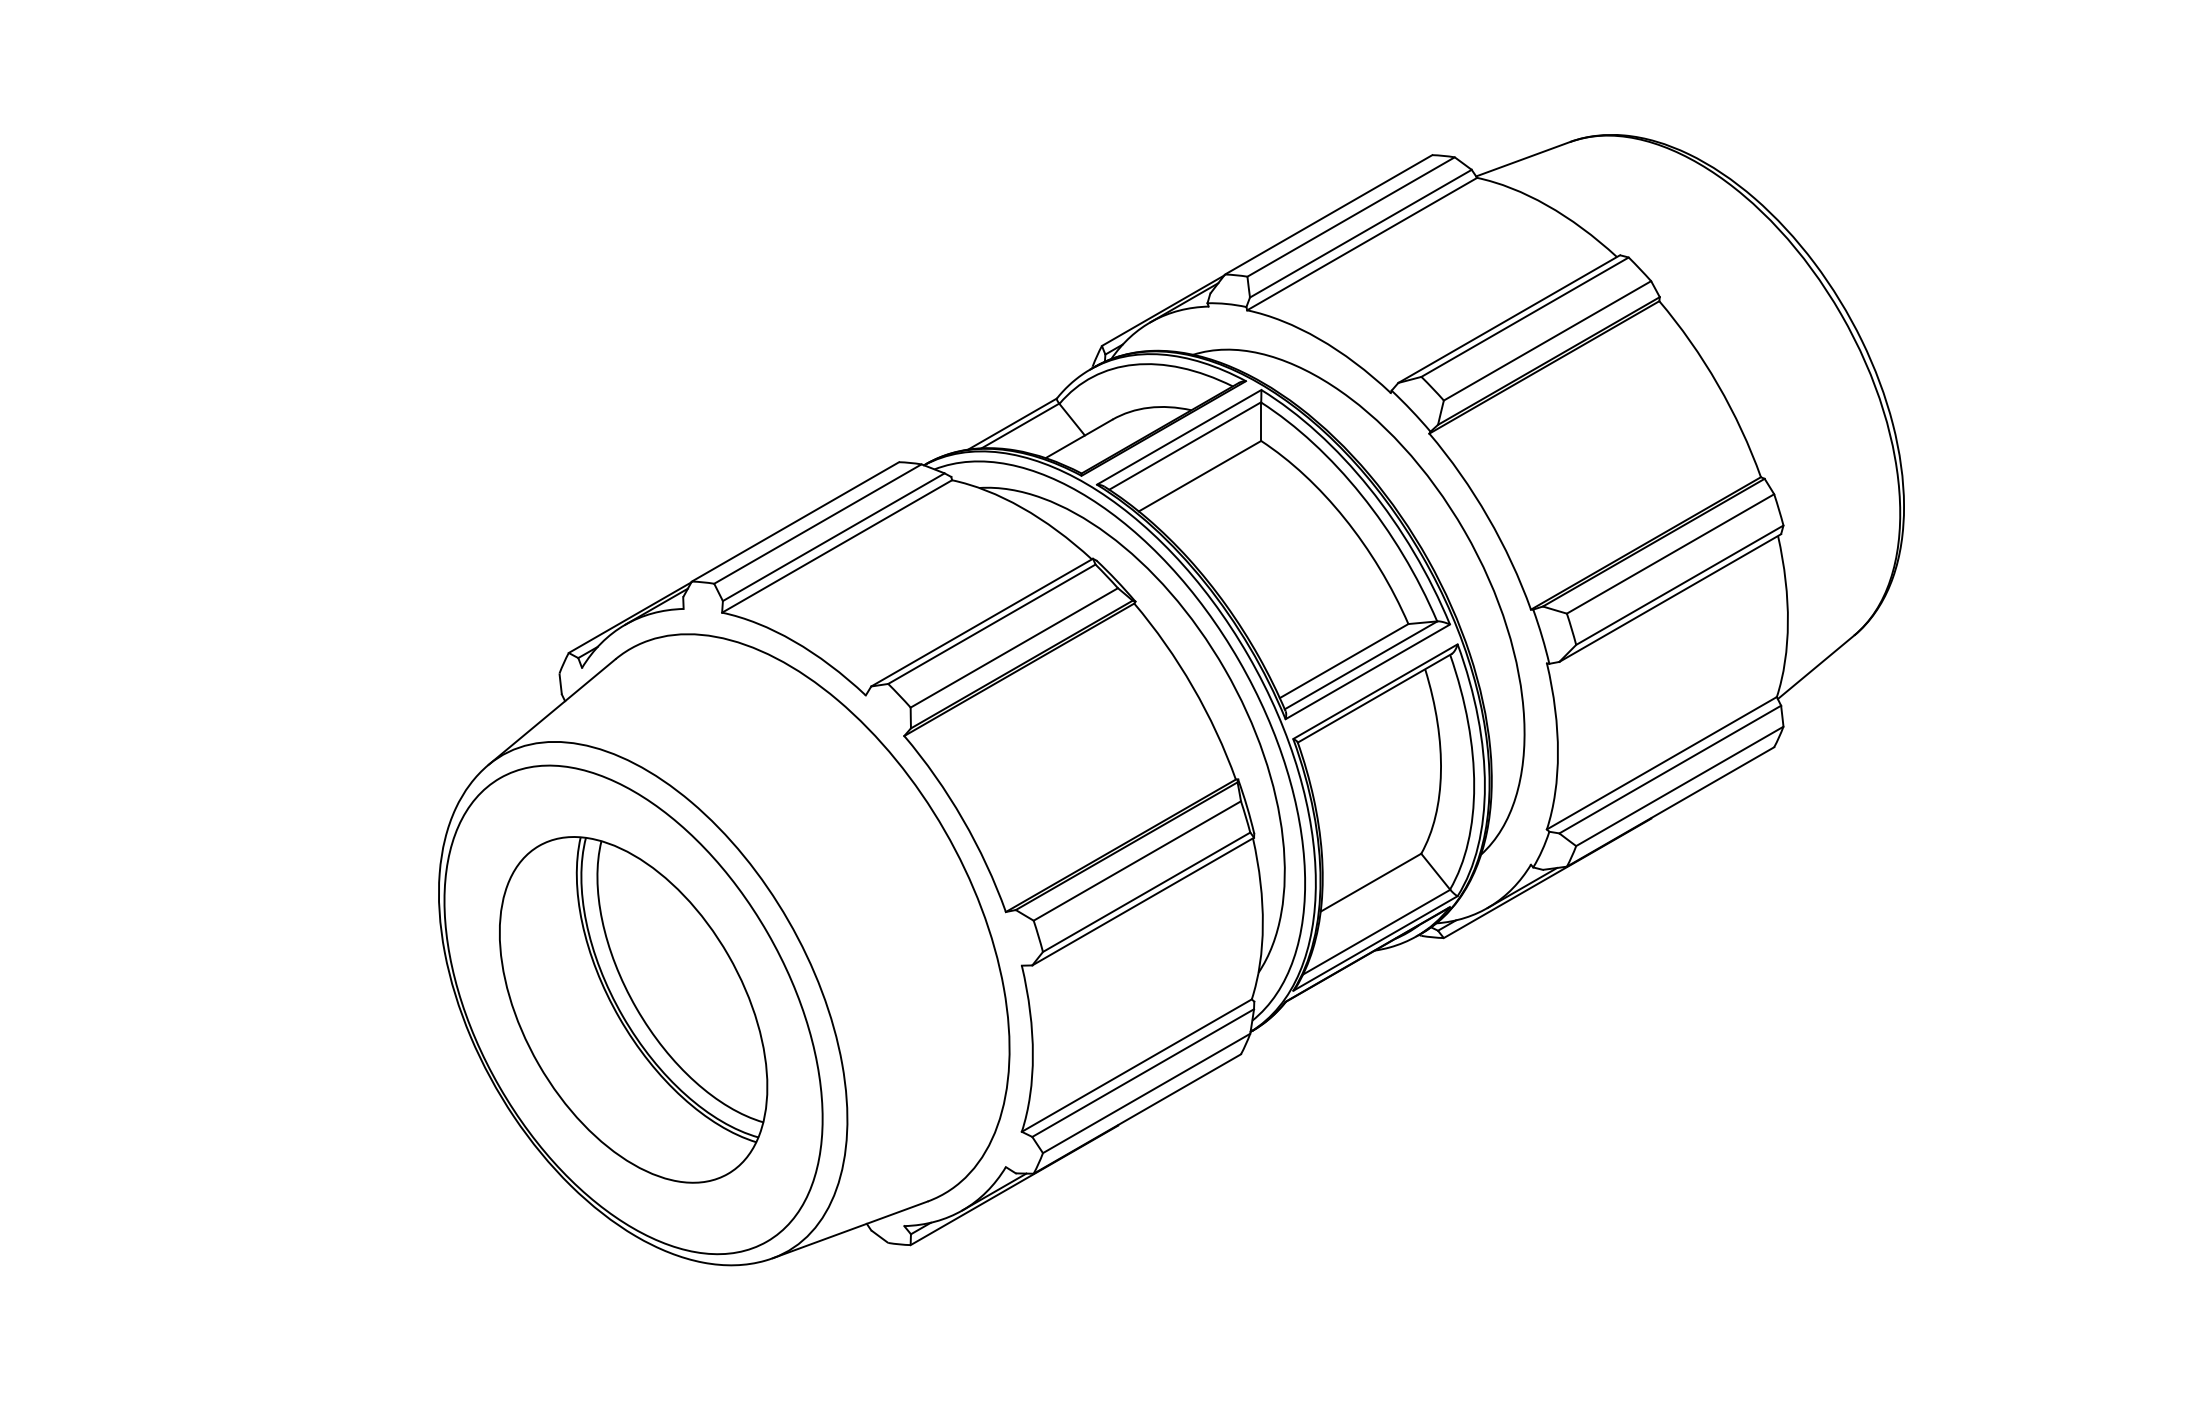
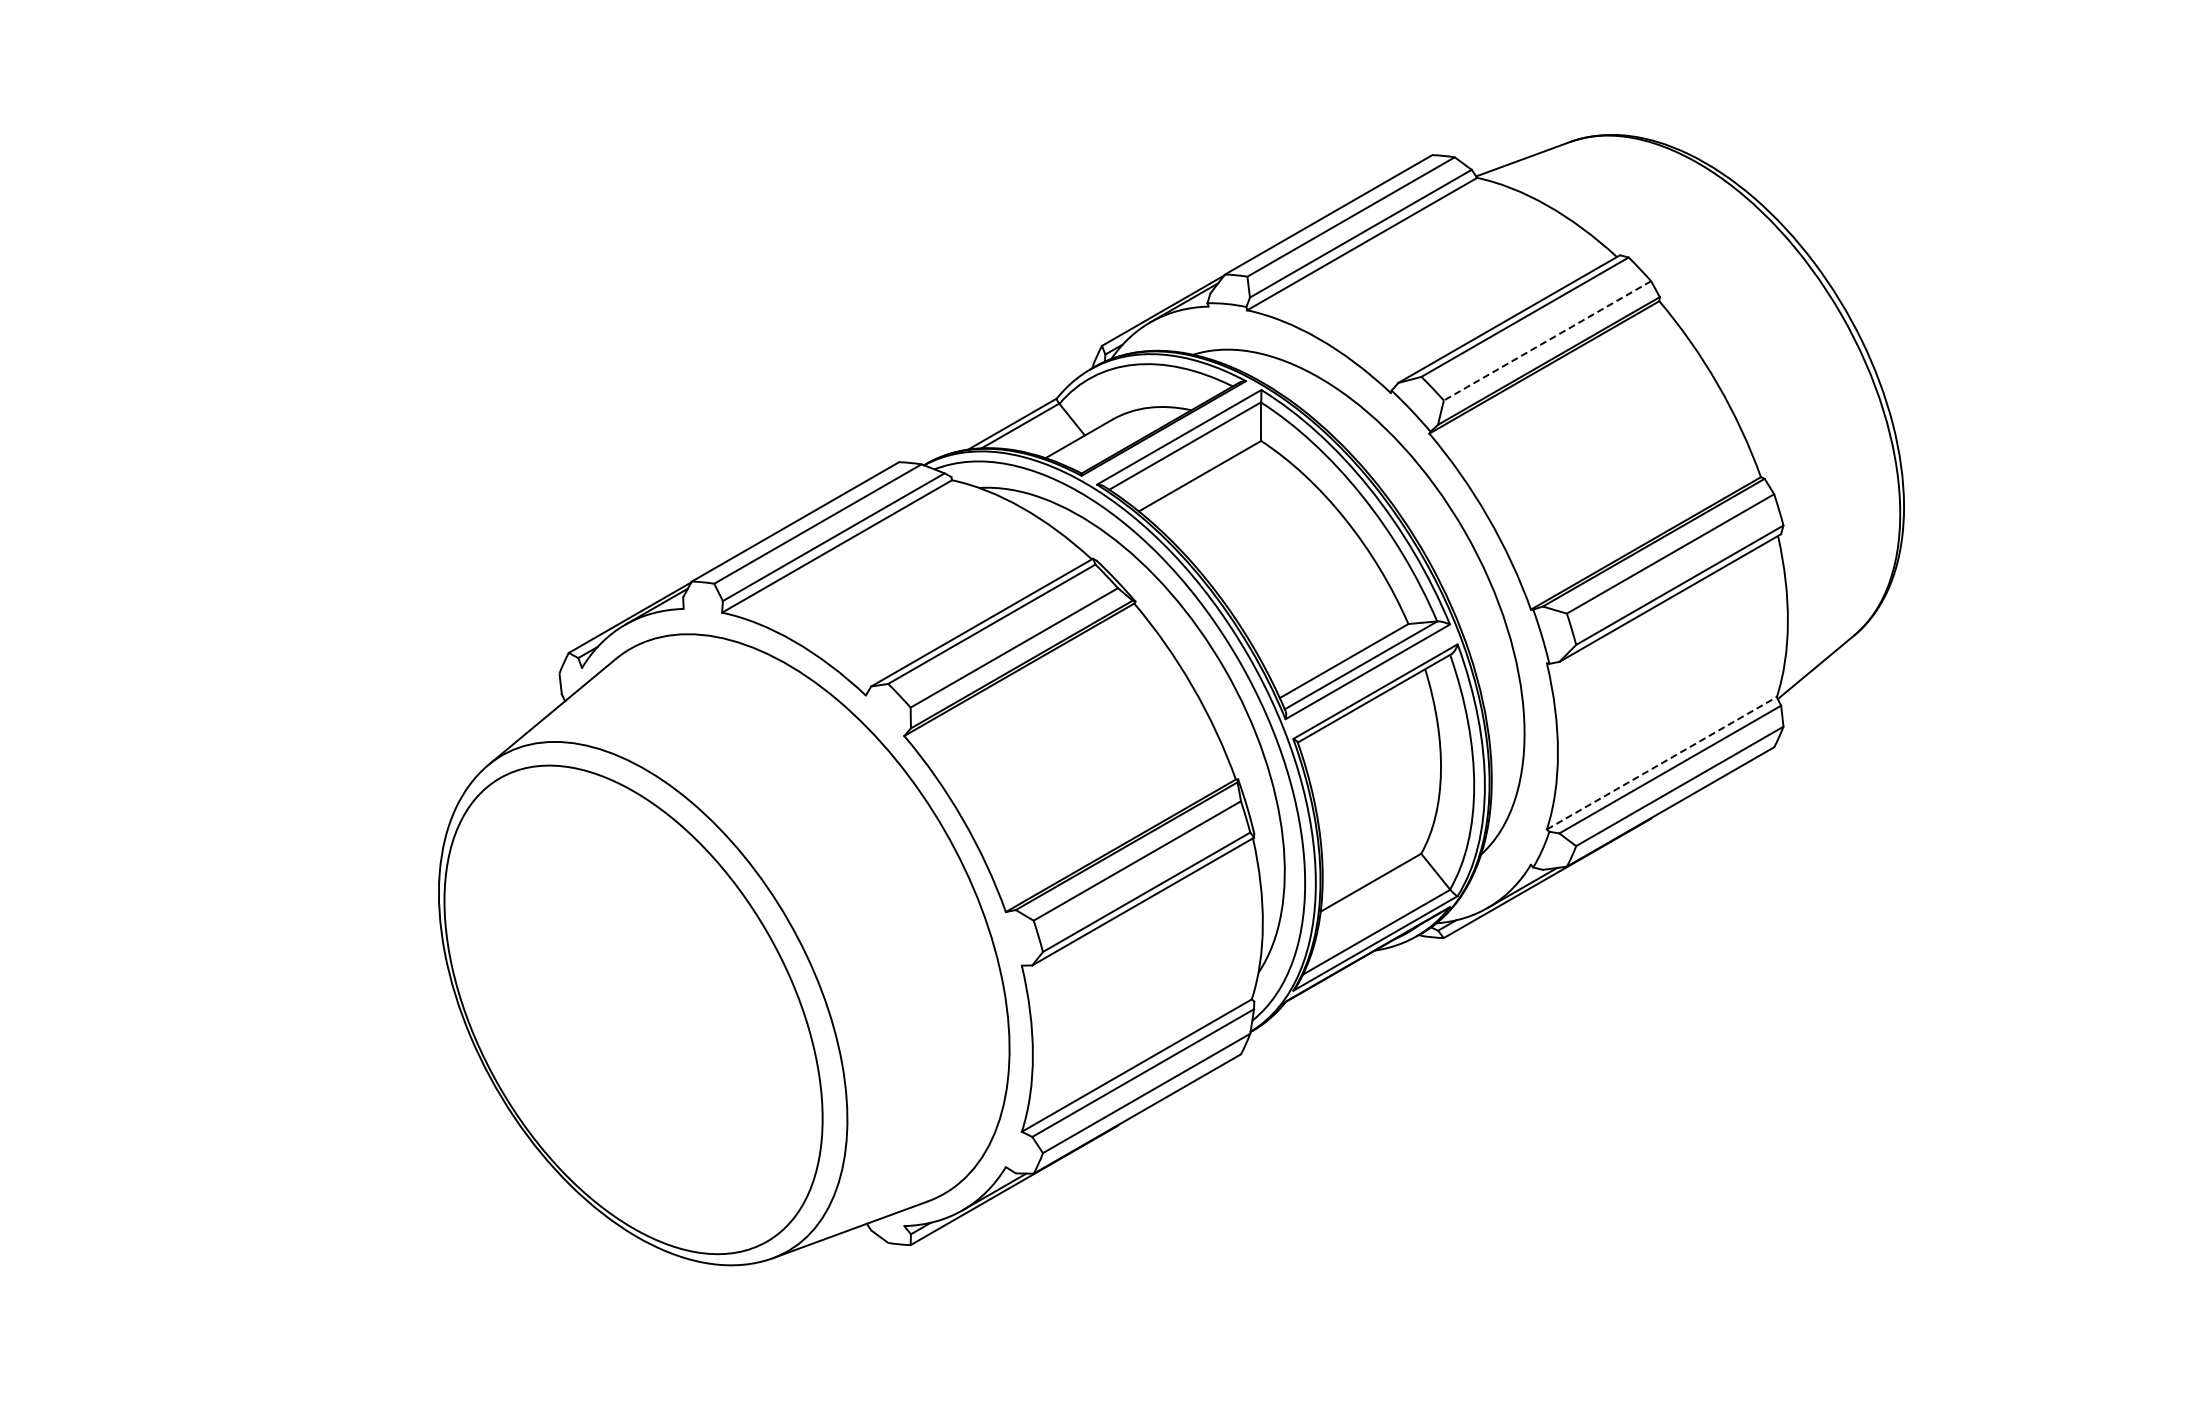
line at (1547, 340): solid -> dashed
line at (1661, 763): solid -> dashed
part at (633, 1009): present -> none
